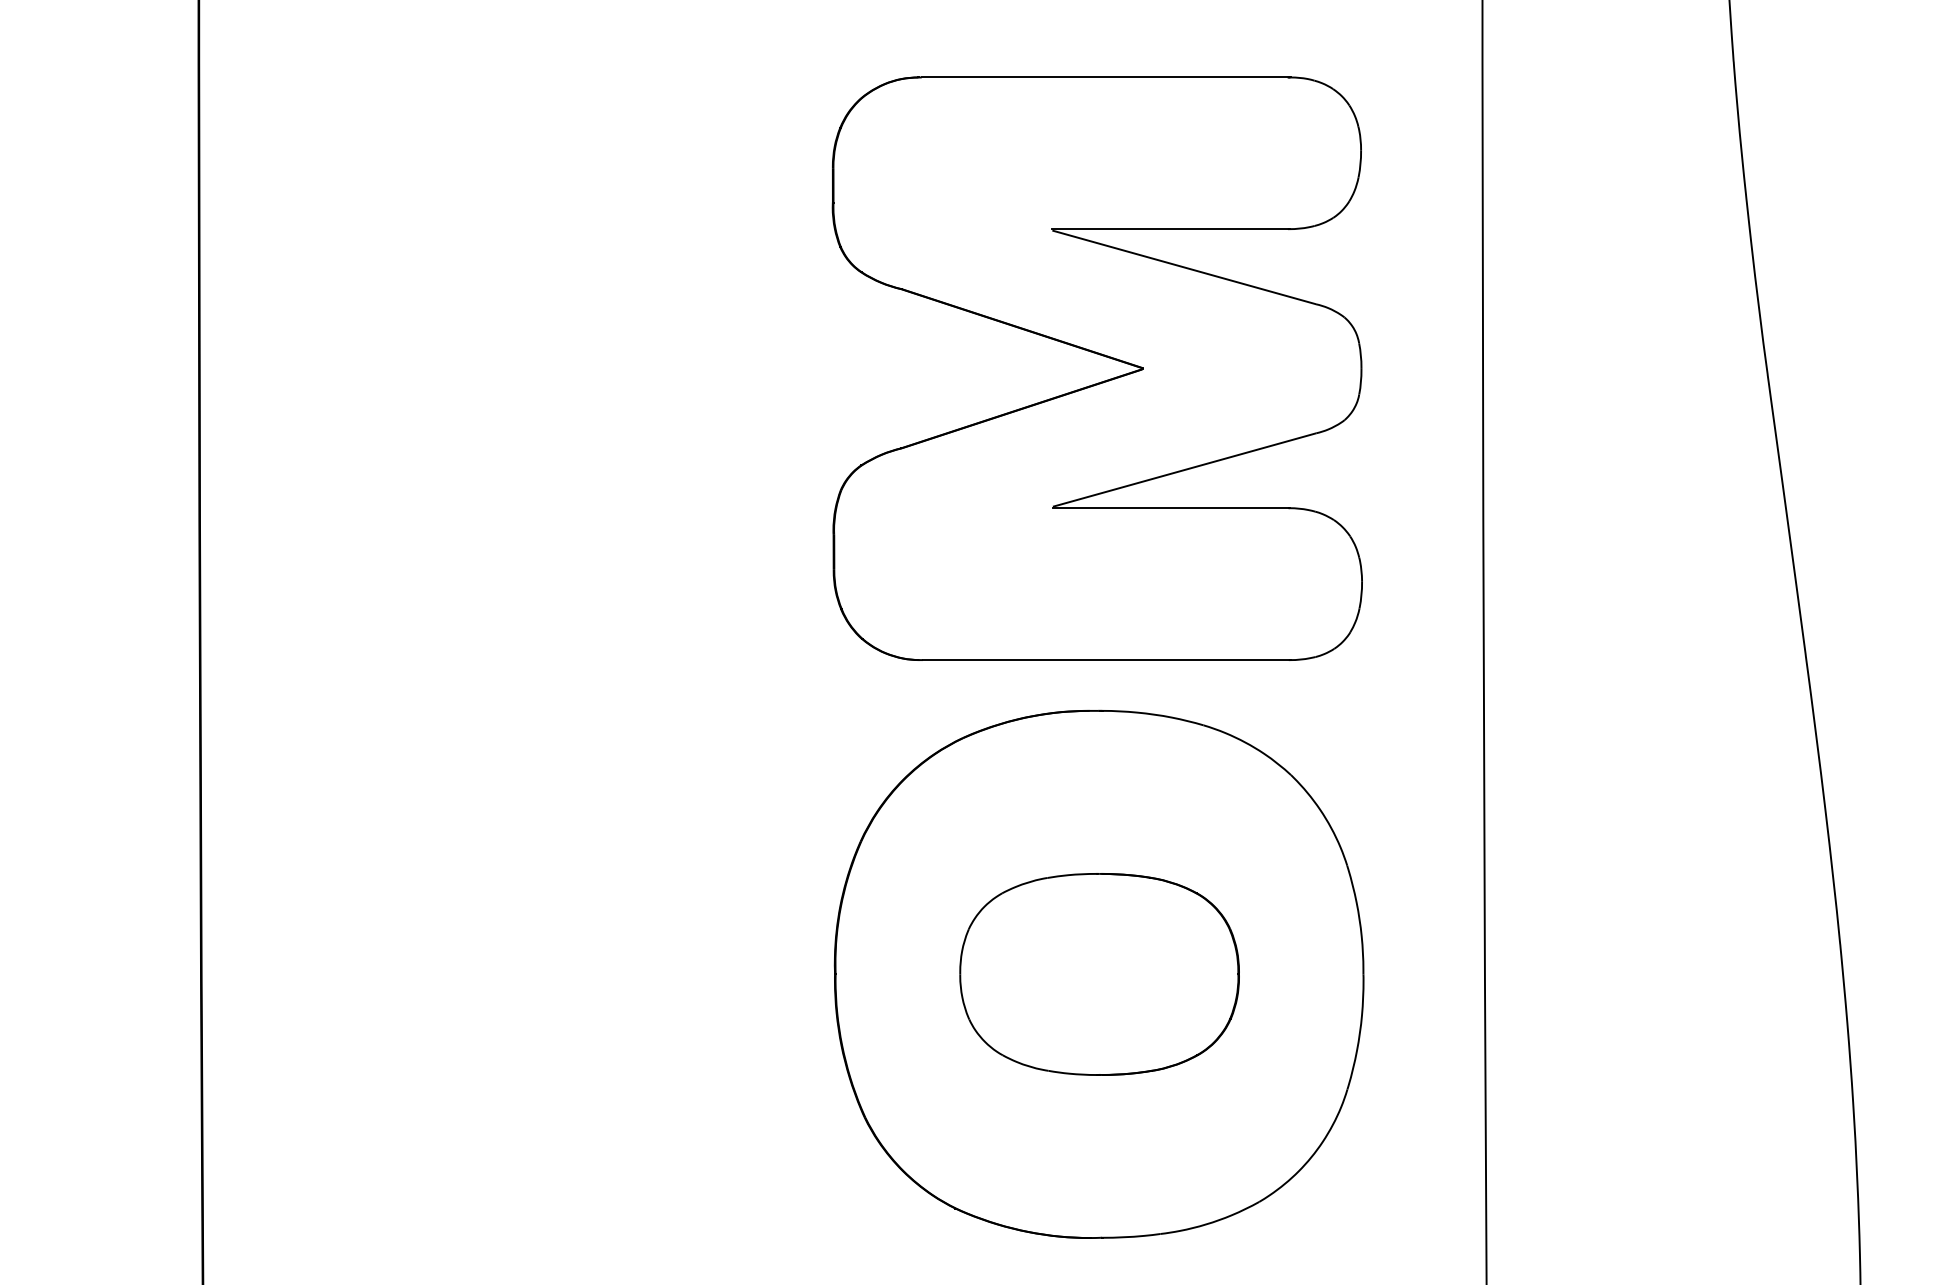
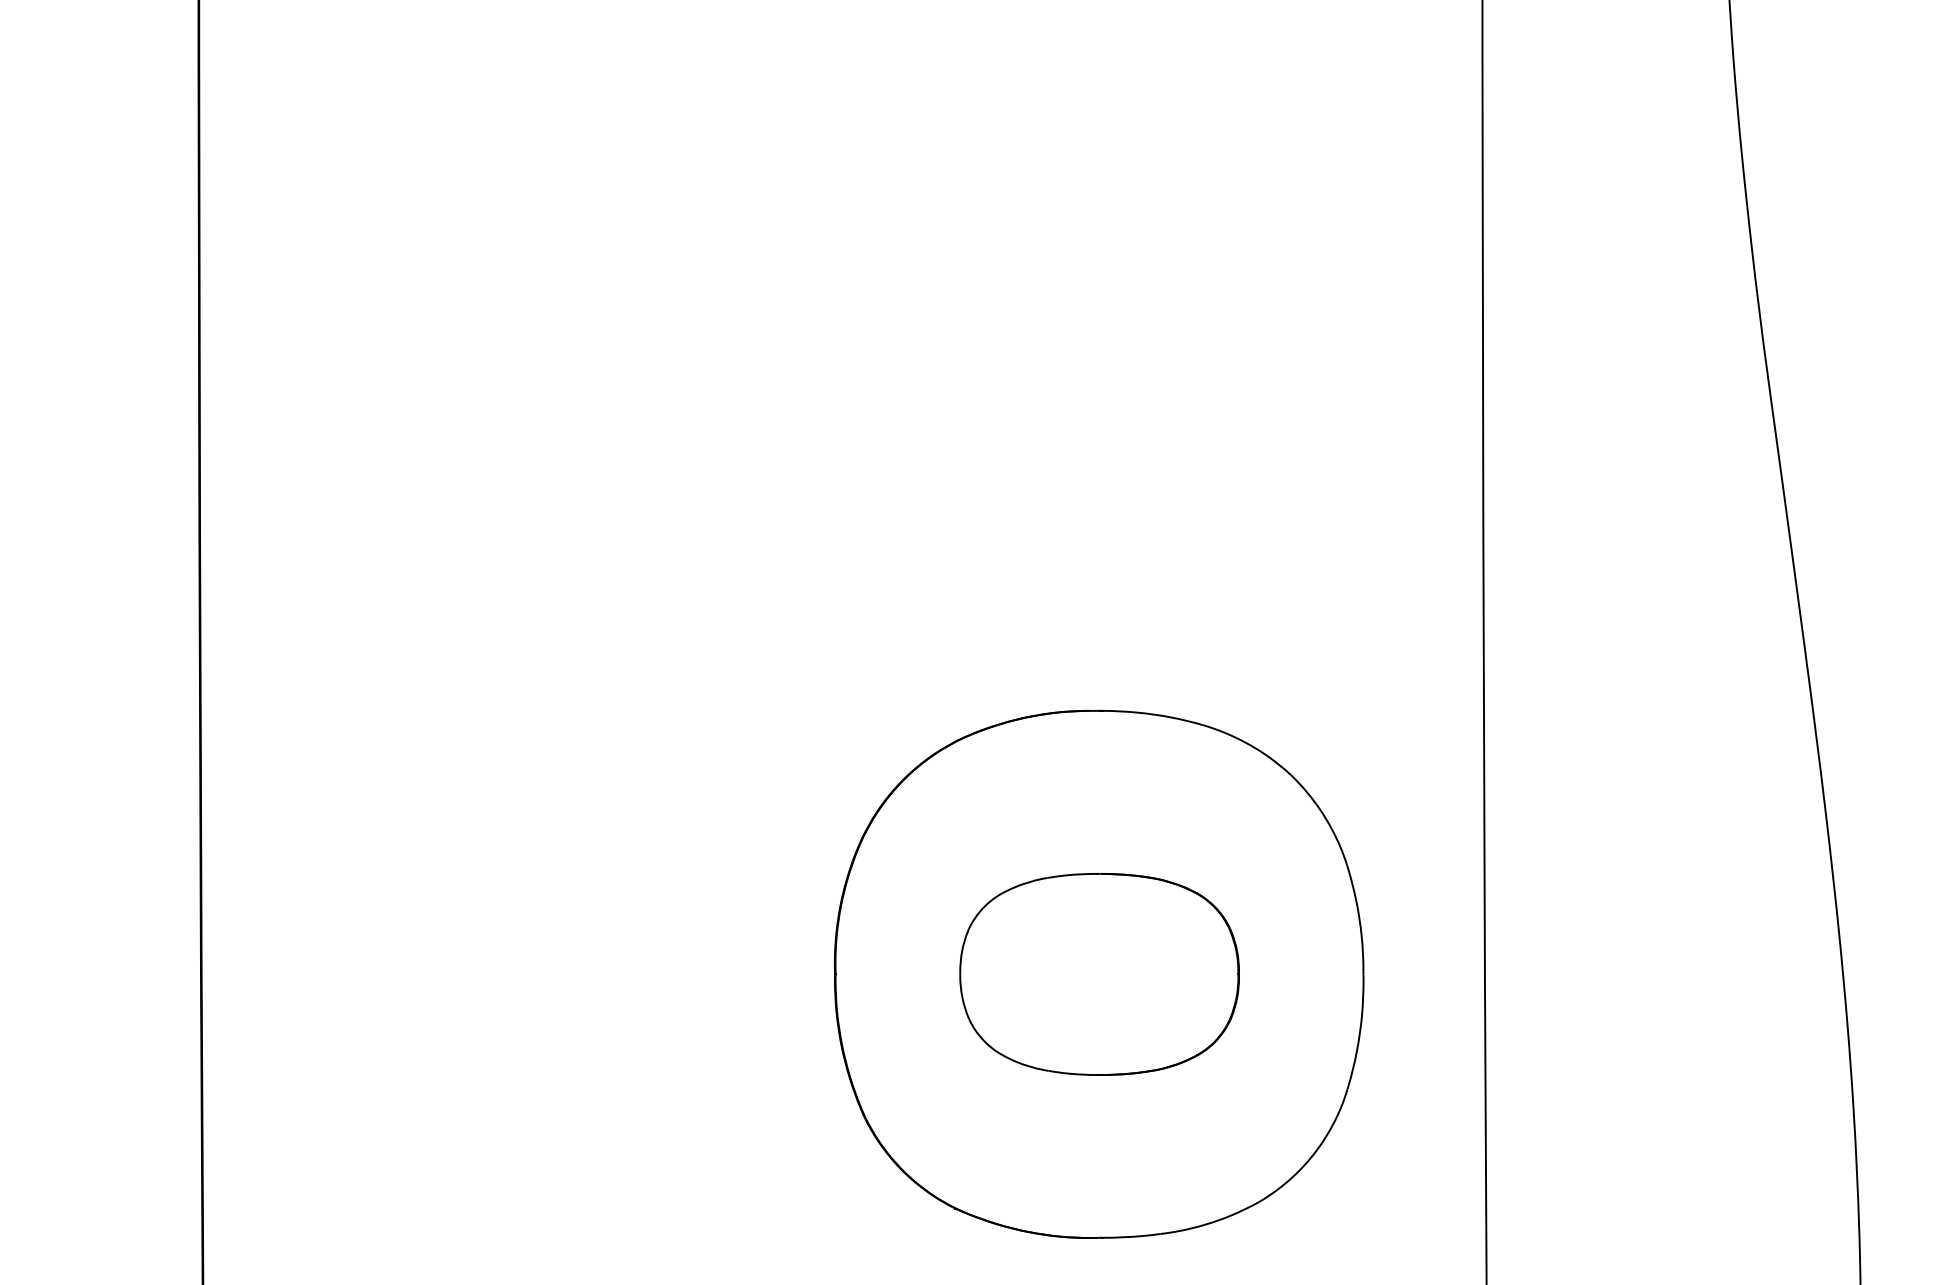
part at (1099, 355): present -> none
